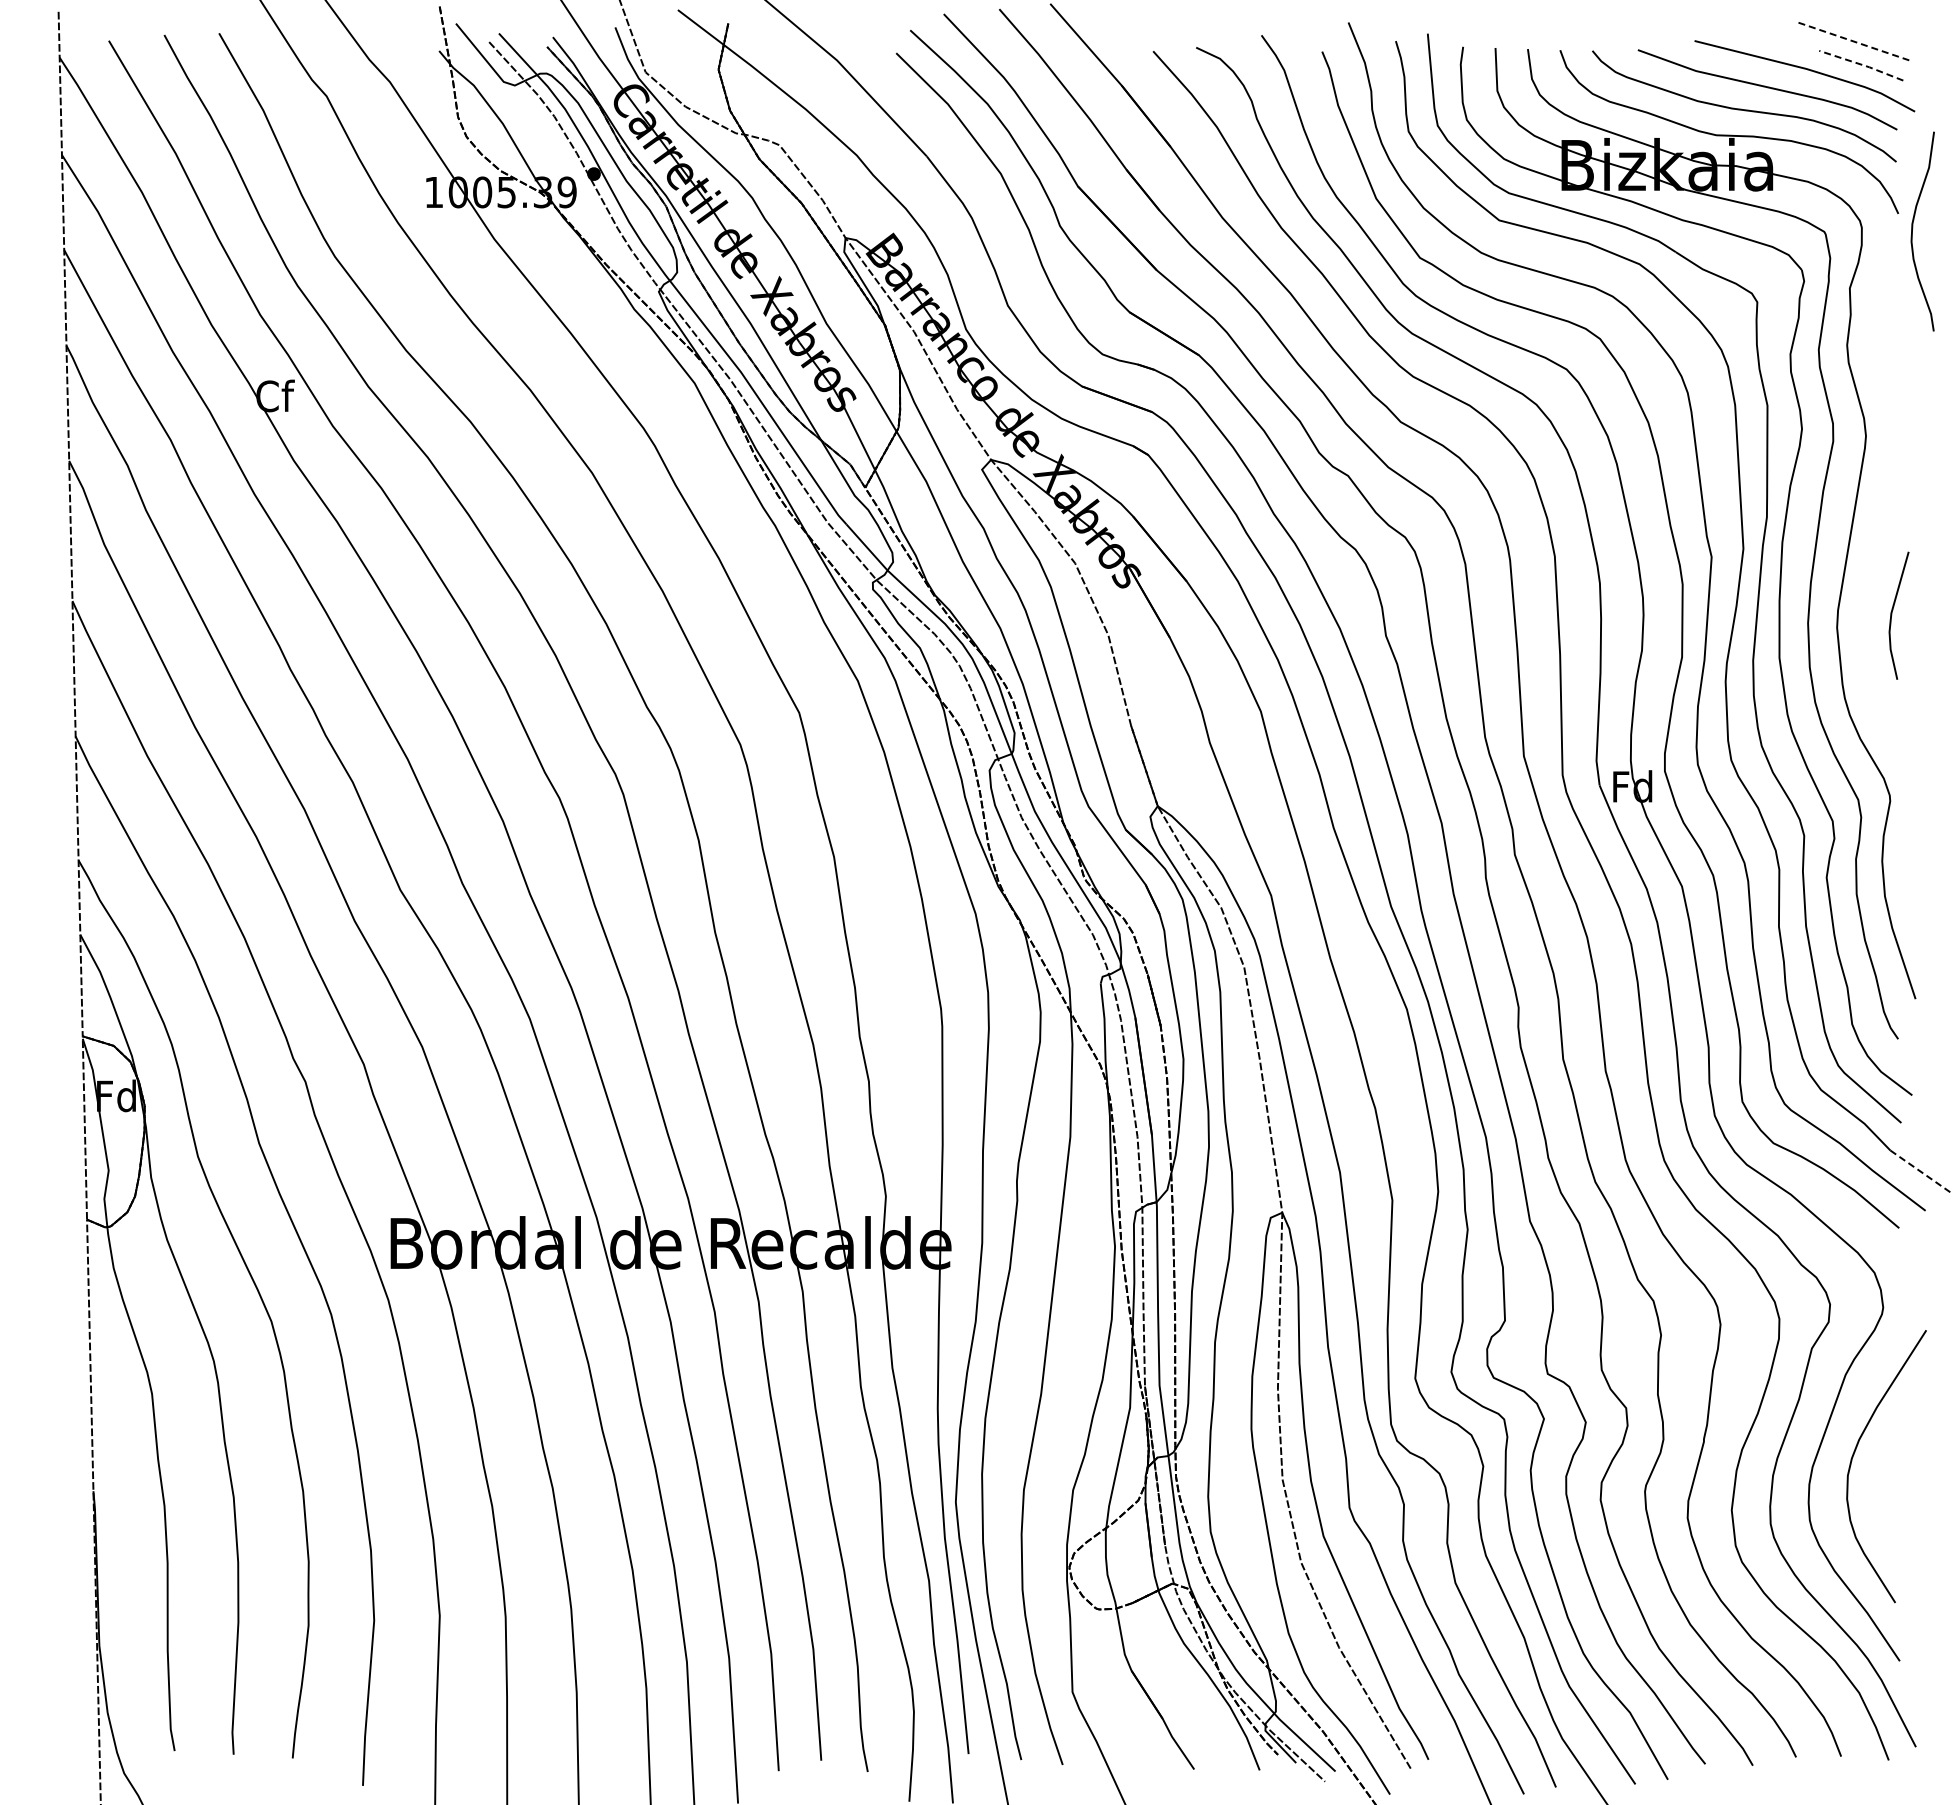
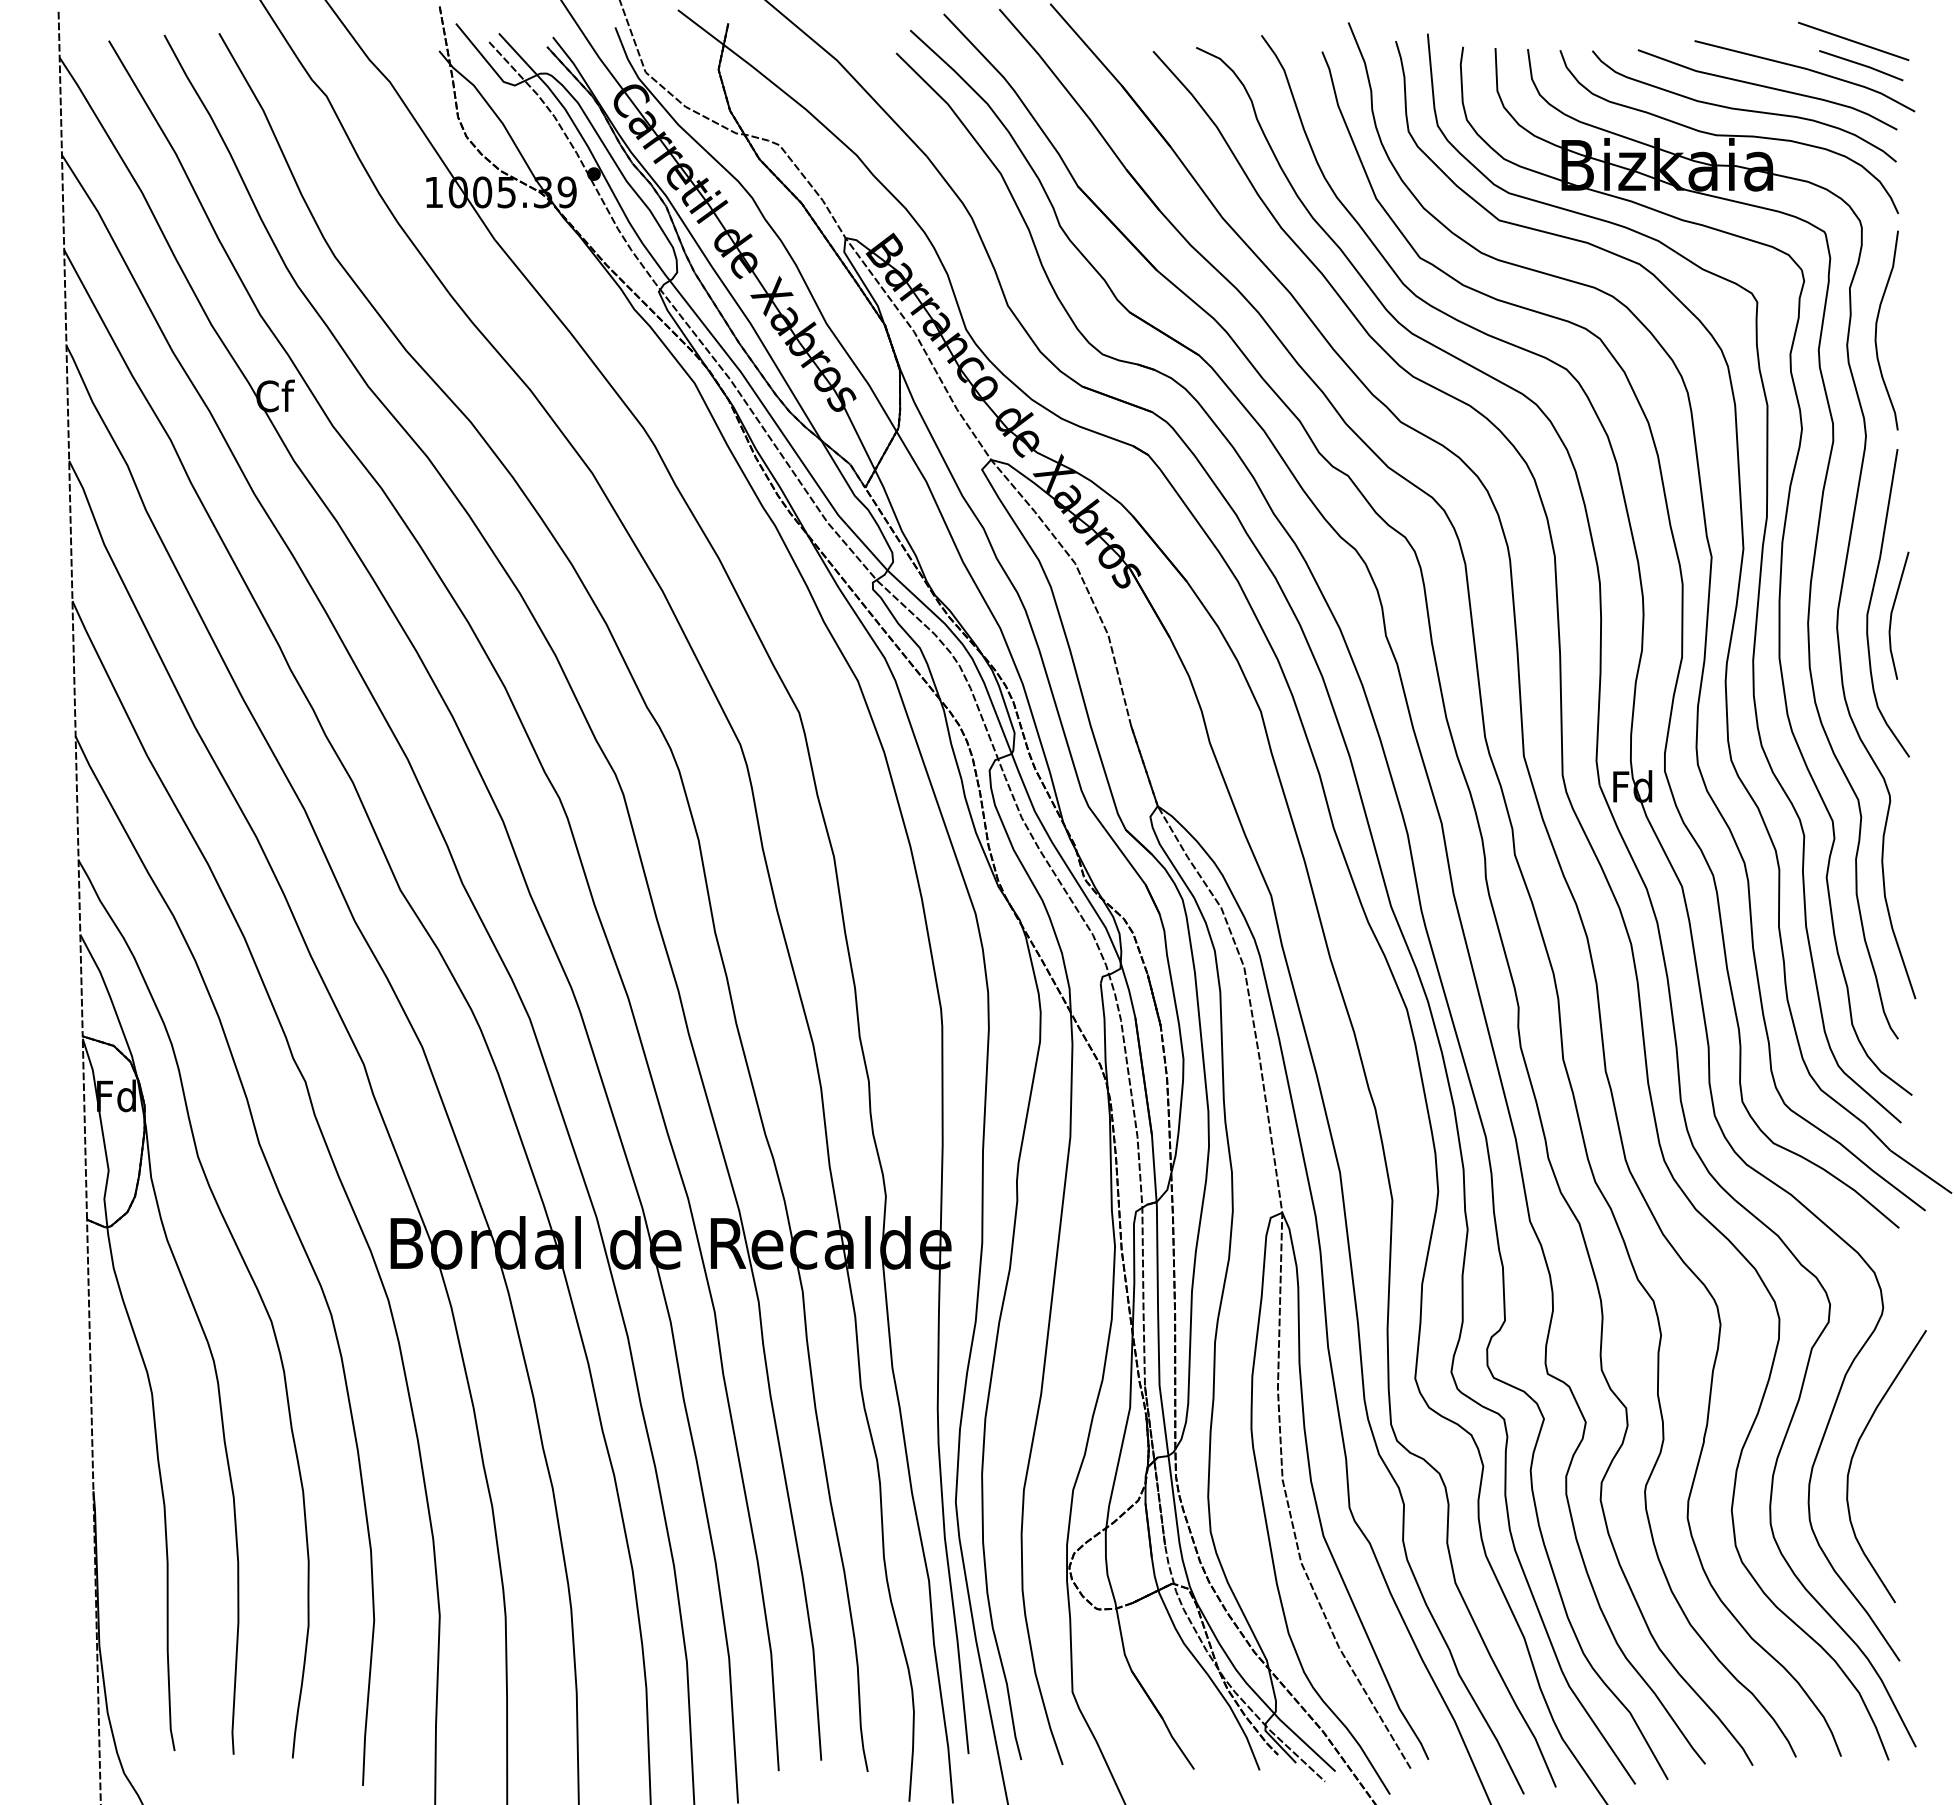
line at (1853, 41): dashed -> solid
line at (1861, 64): dashed -> solid
curve at (1913, 228) position: (1913, 228) -> (1877, 327)
curve at (1871, 601): none -> present
line at (1921, 1171): dashed -> solid
